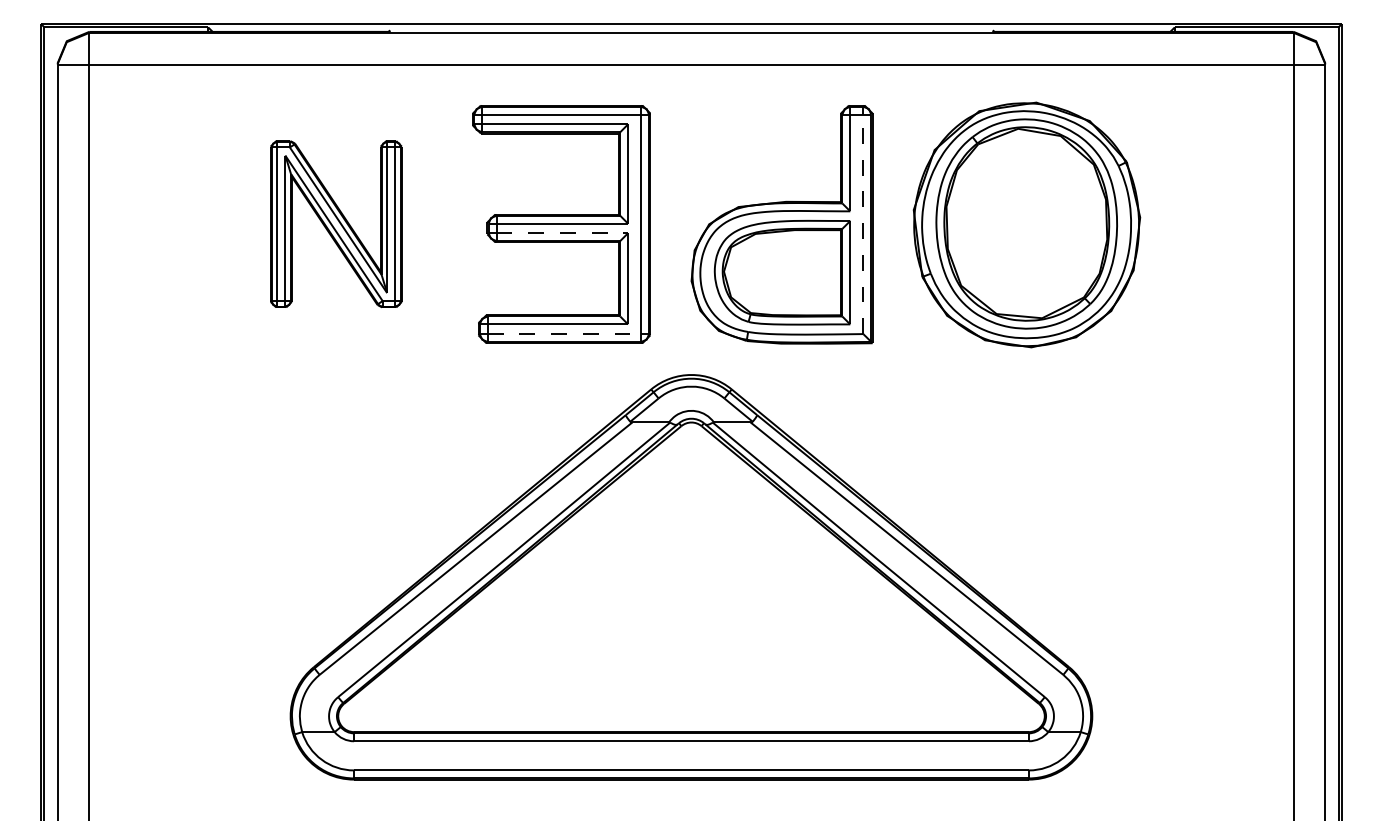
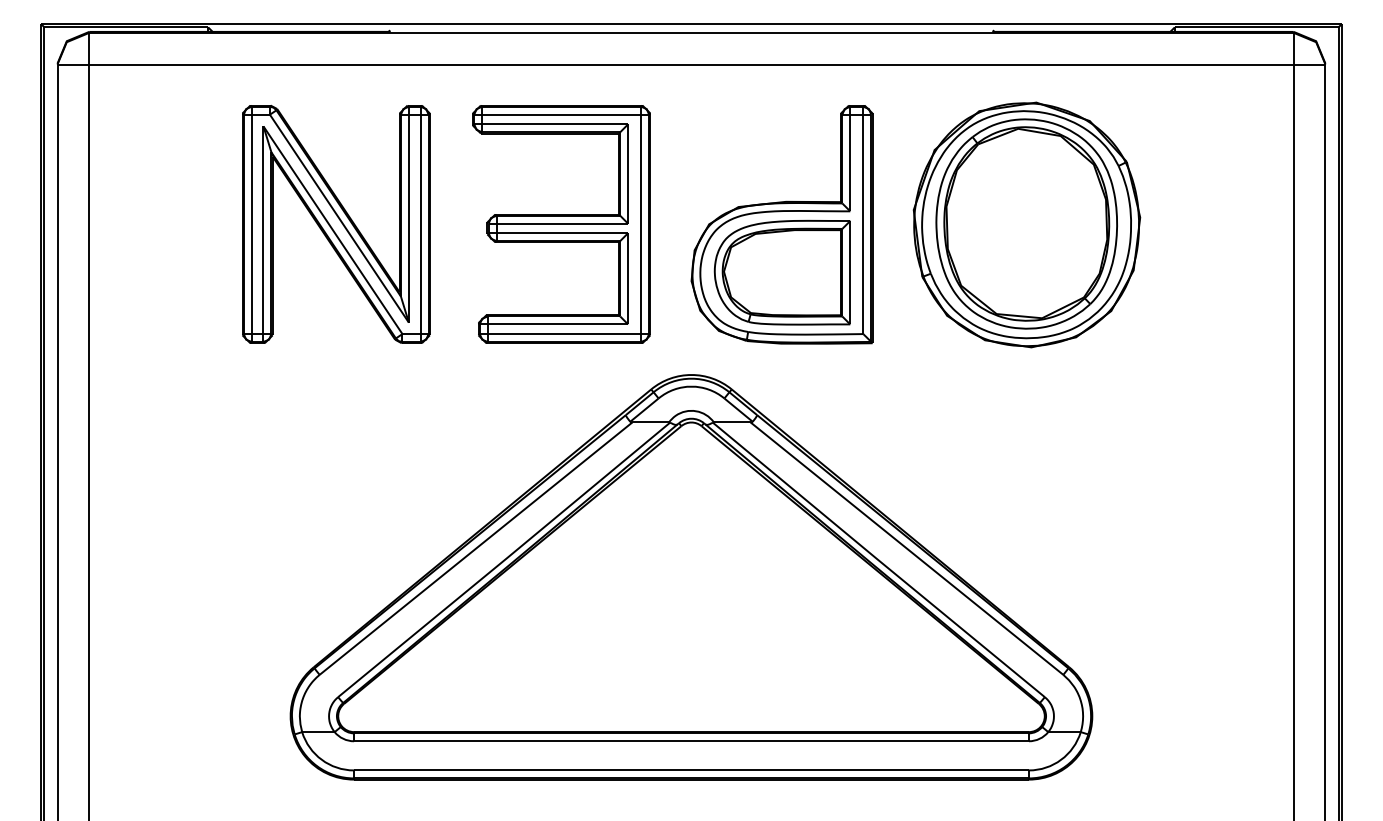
part at (336, 224) size: 133x169 px -> 189x240 px
line at (863, 224): dashed -> solid
line at (562, 233): dashed -> solid
line at (564, 334): dashed -> solid
